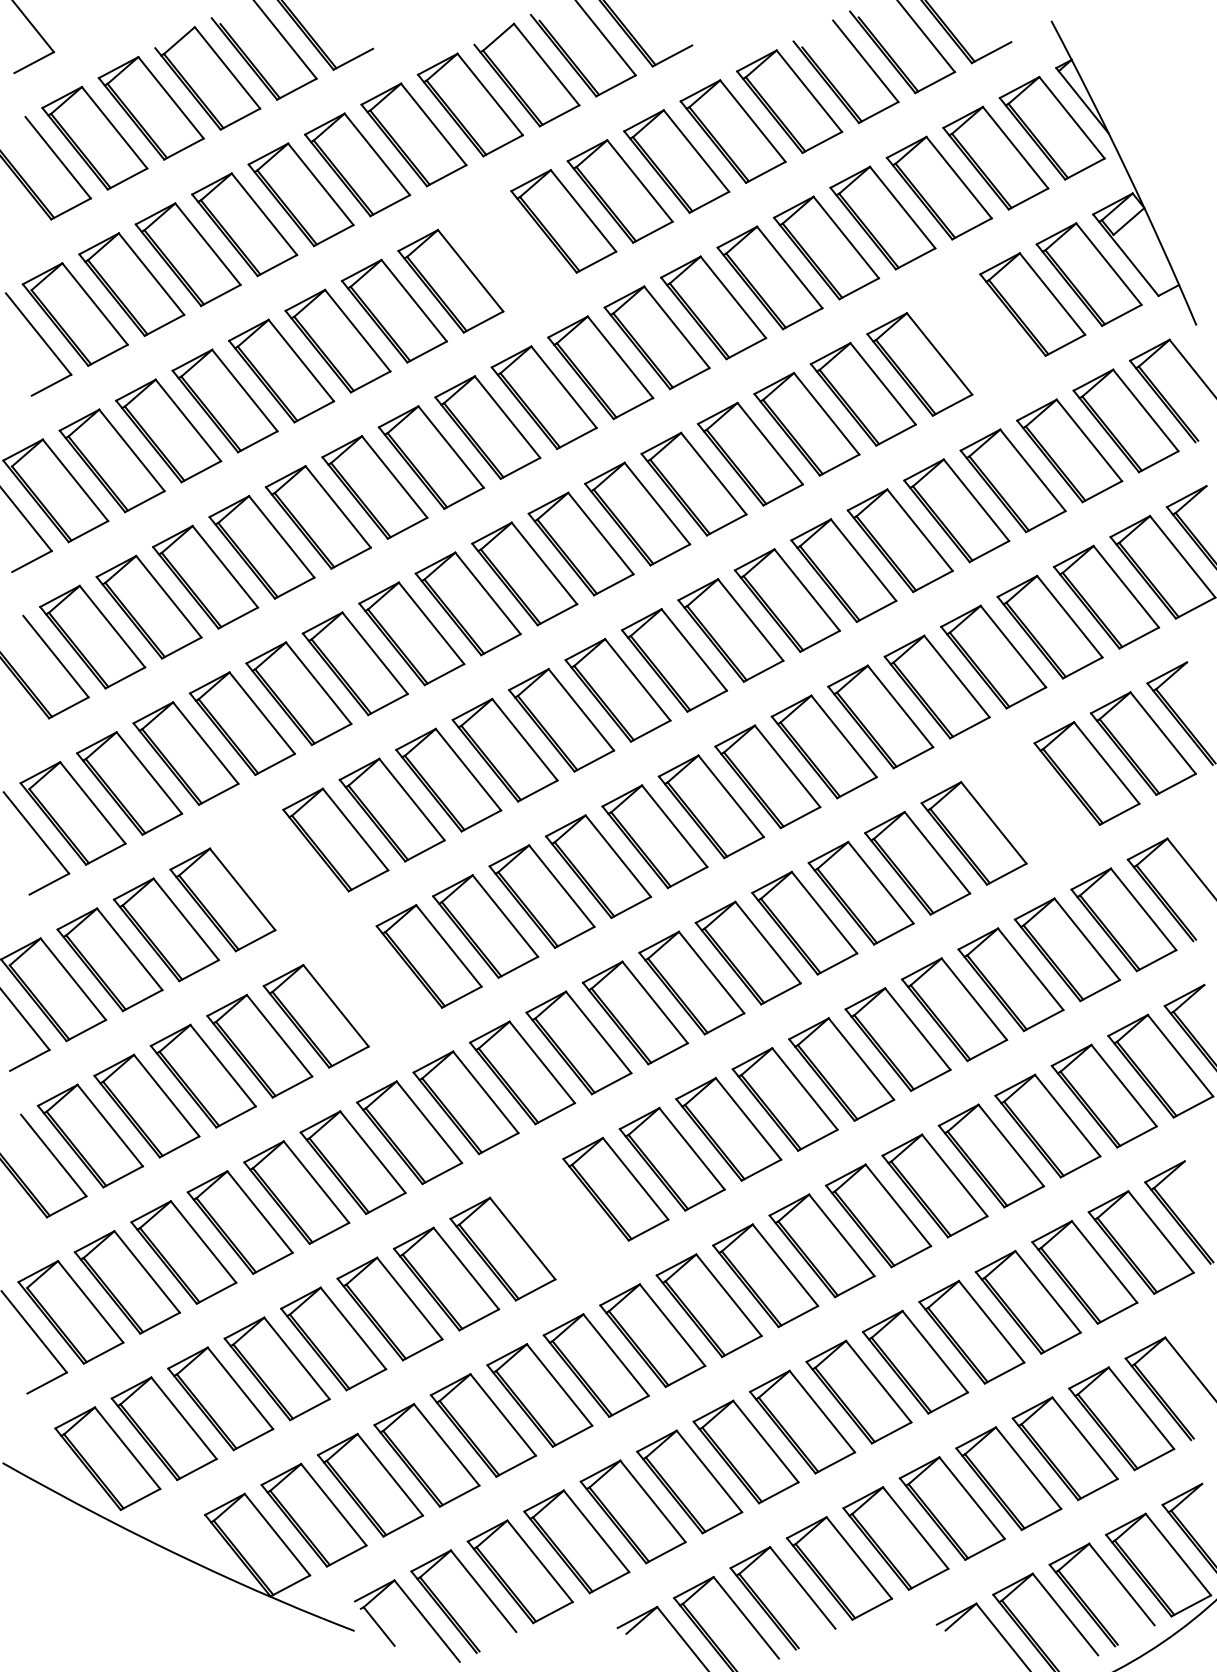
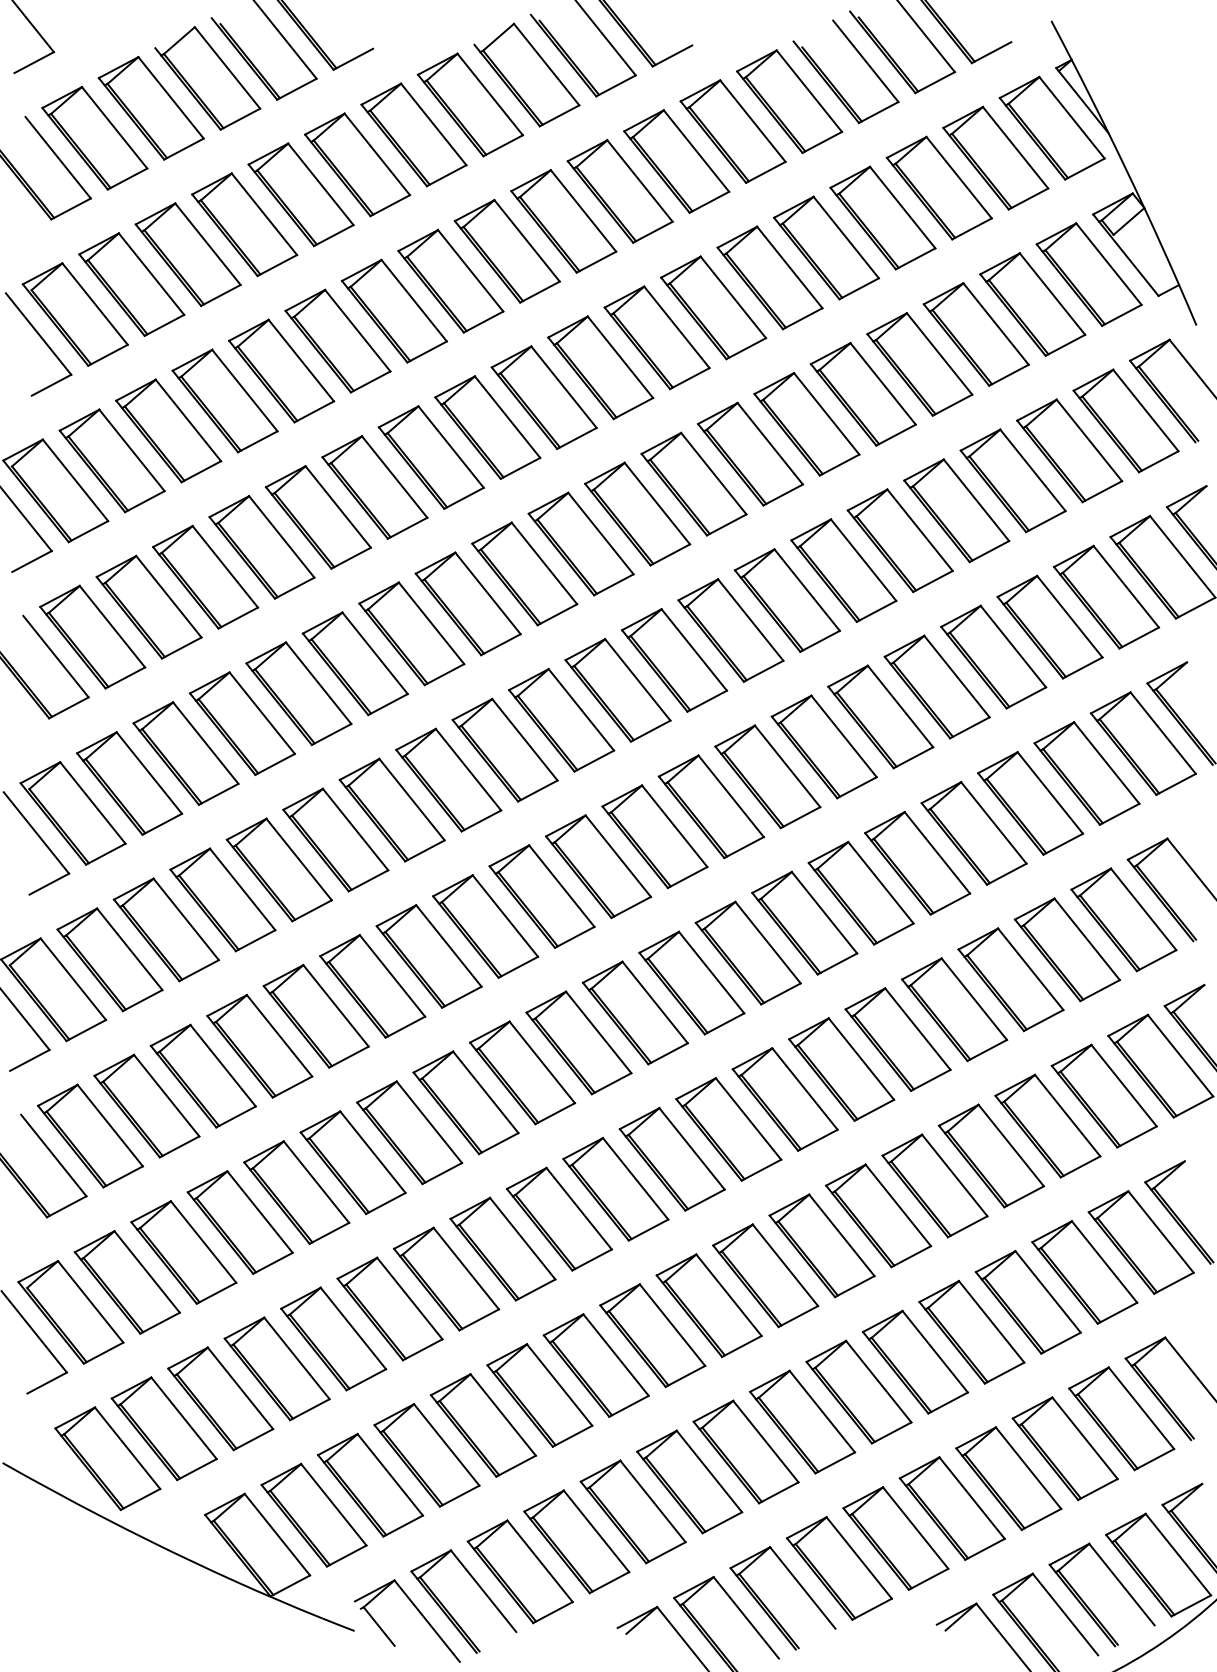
part at (506, 251): none -> present
part at (975, 334): none -> present
part at (1030, 803): none -> present
part at (278, 869): none -> present
part at (372, 986): none -> present
part at (558, 1218): none -> present
